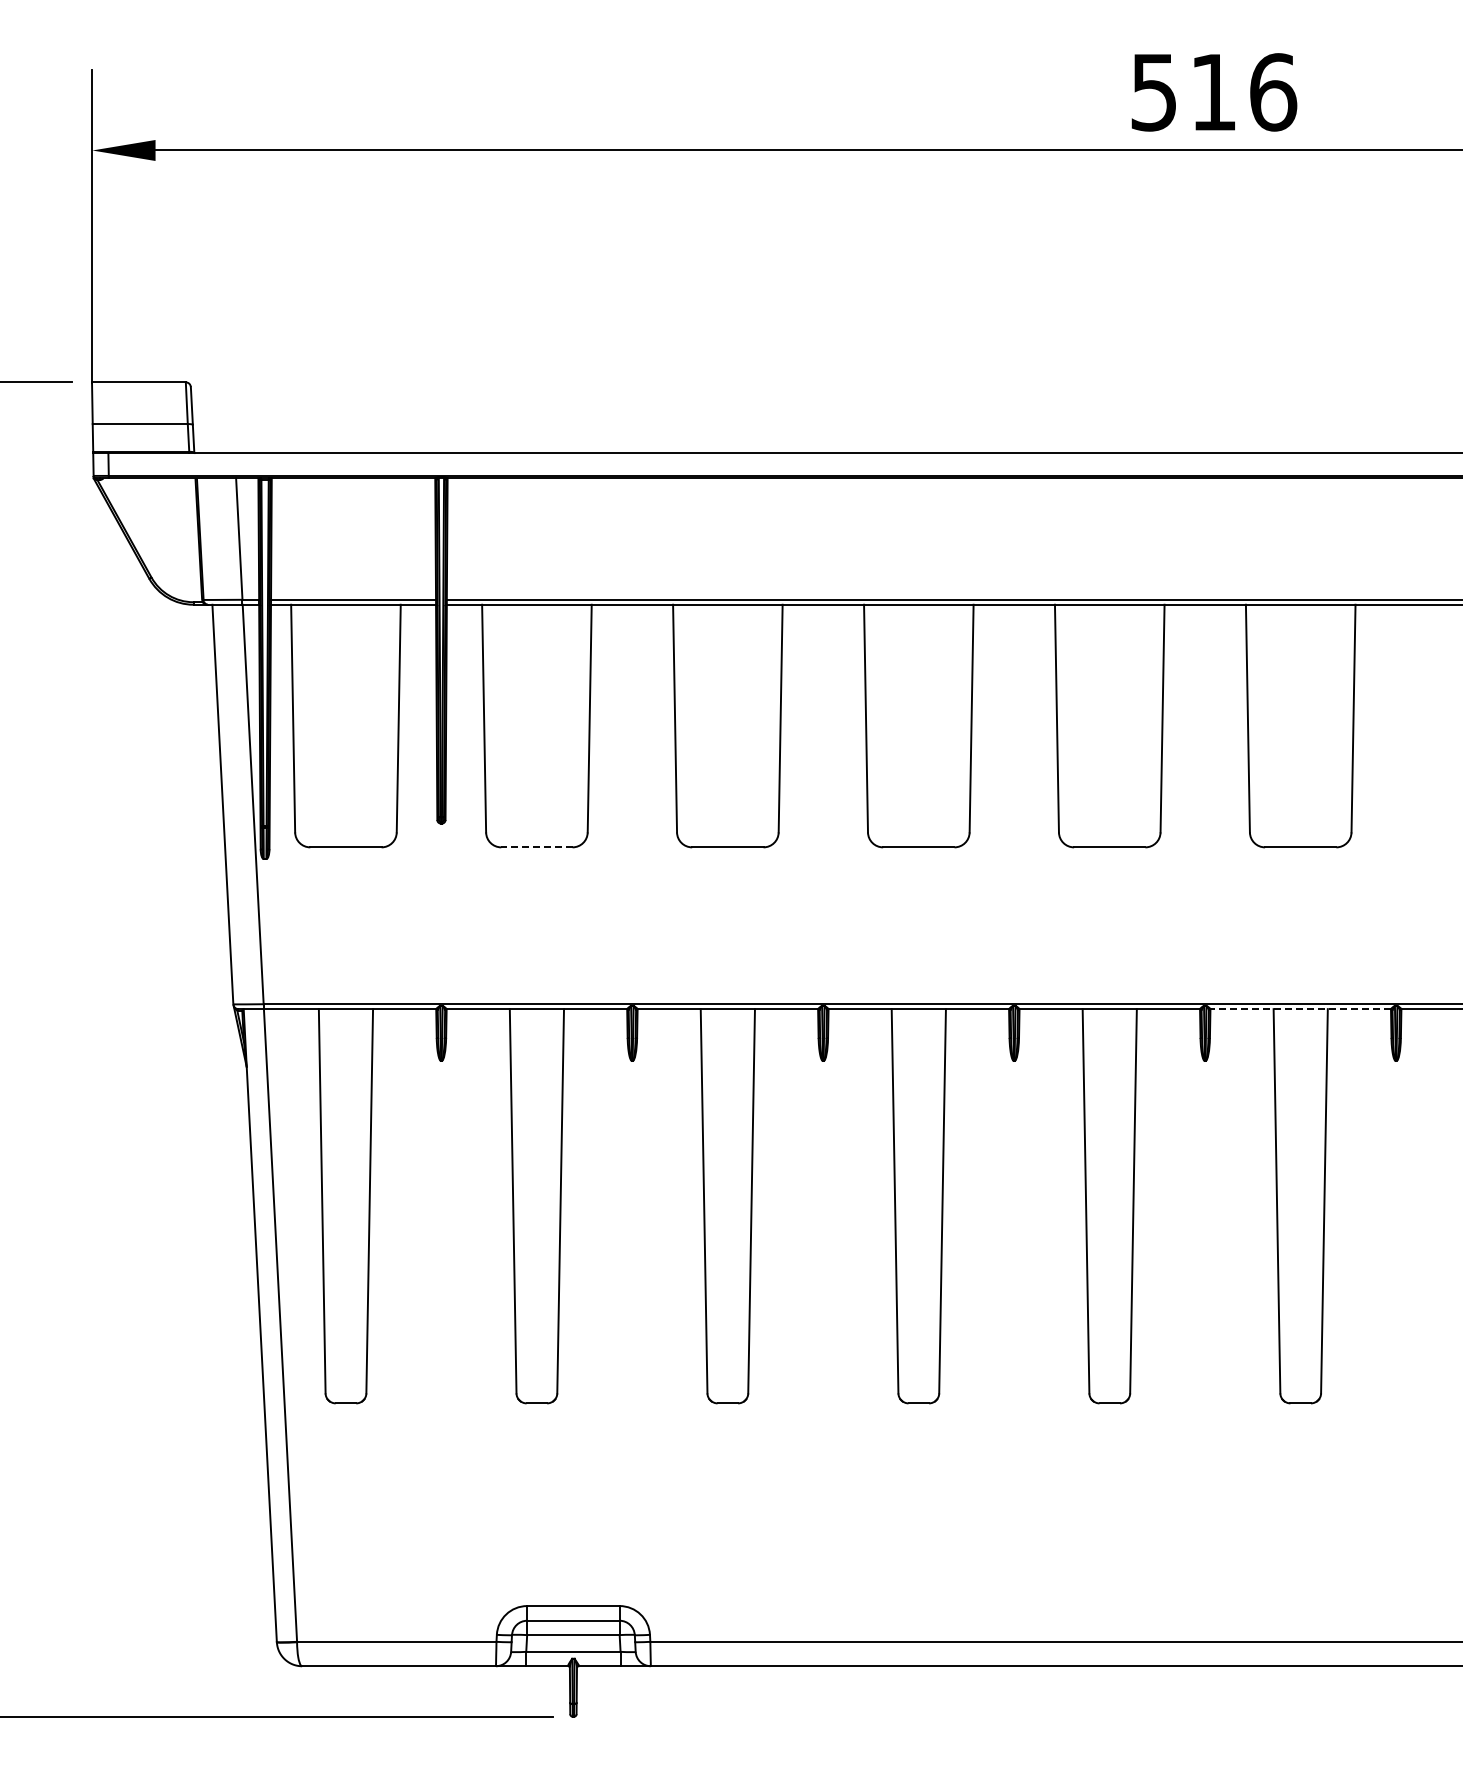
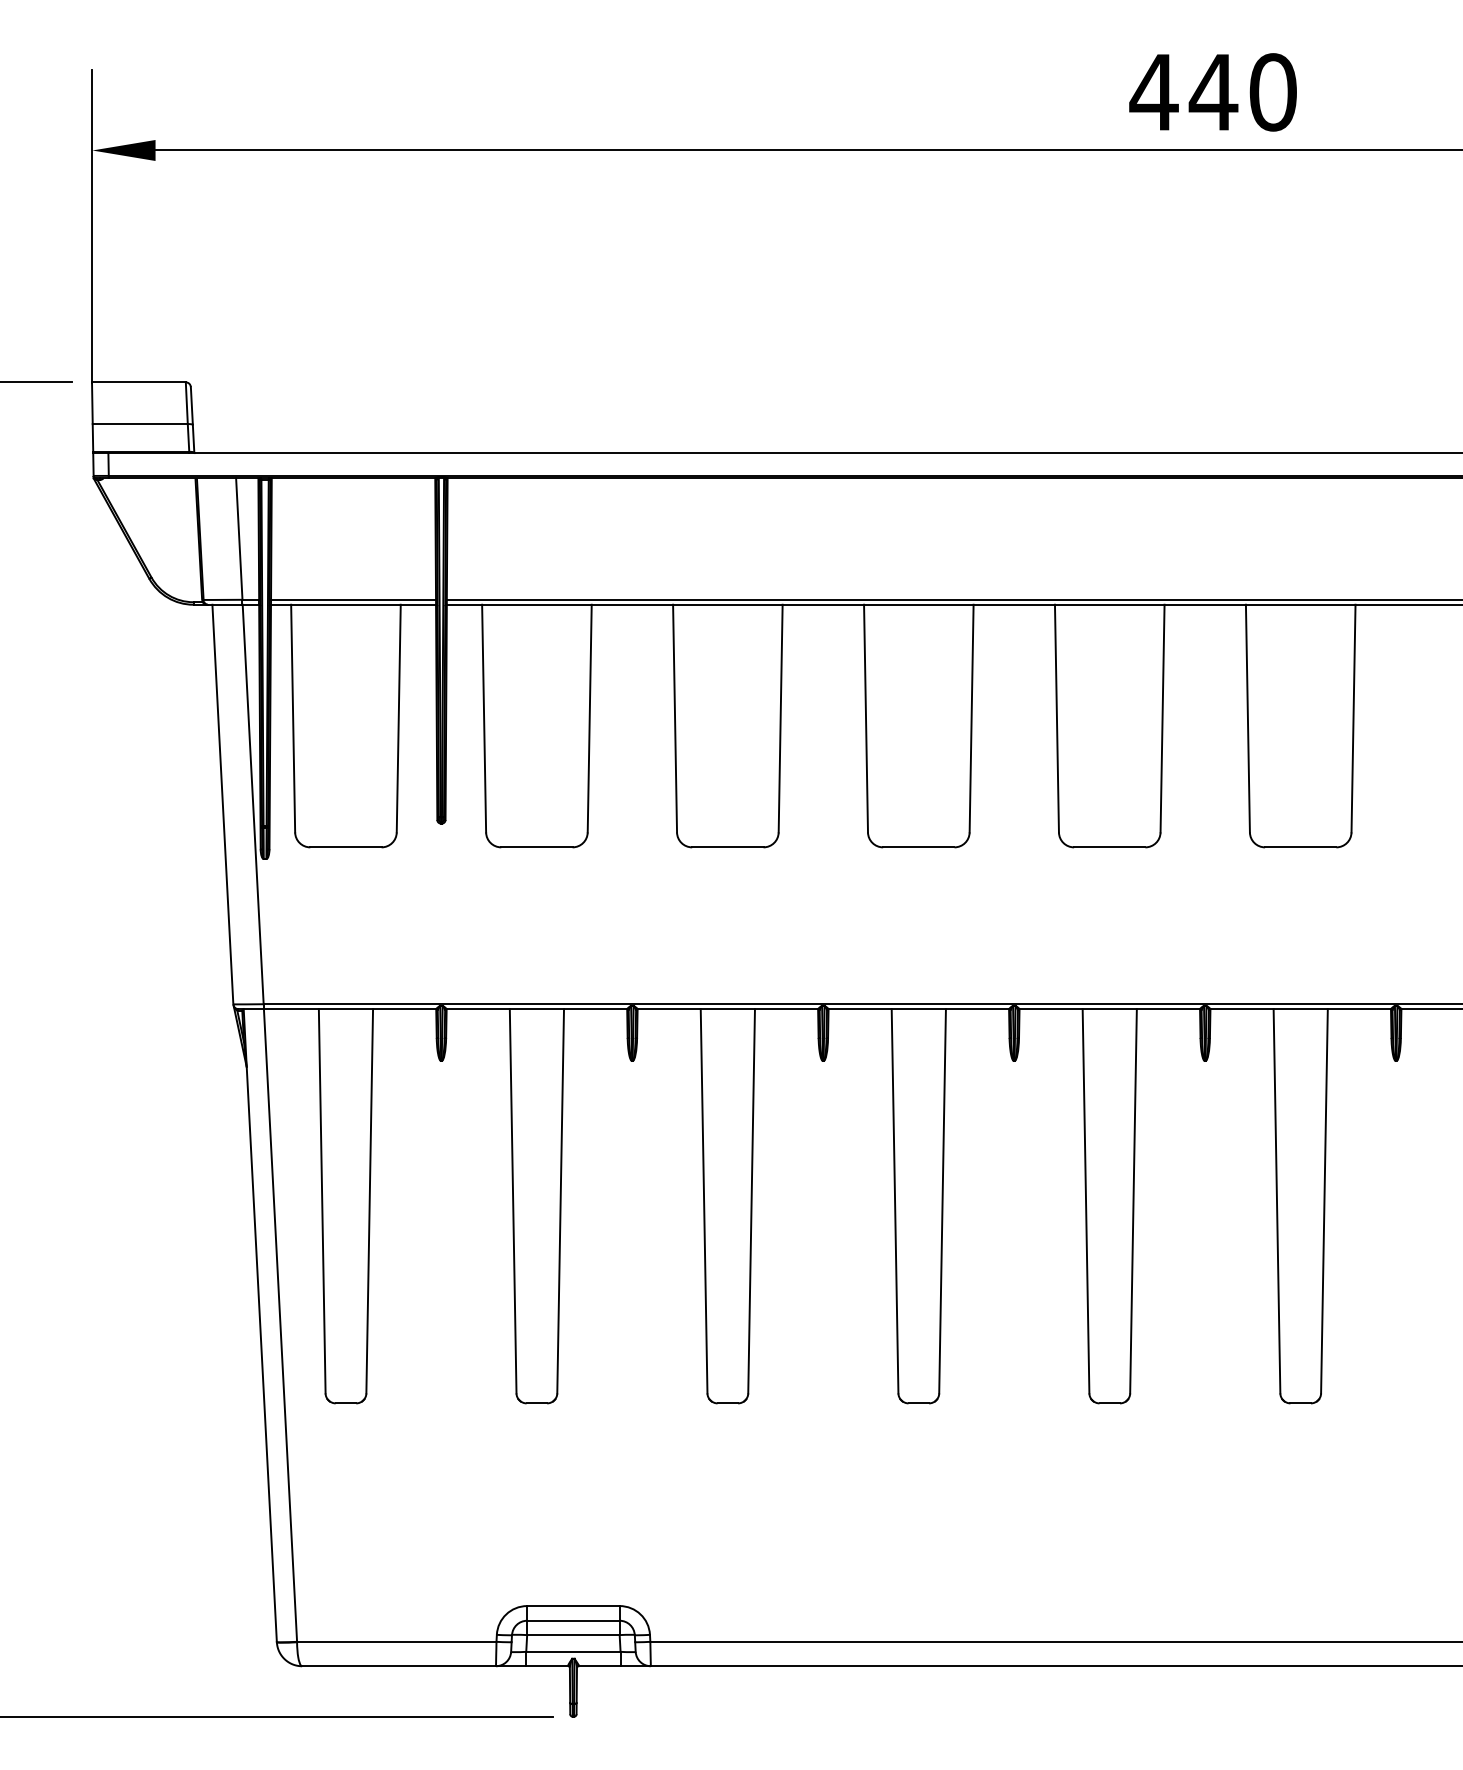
text at (1213, 92): 516 -> 440
line at (536, 847): dashed -> solid
line at (1300, 1009): dashed -> solid
